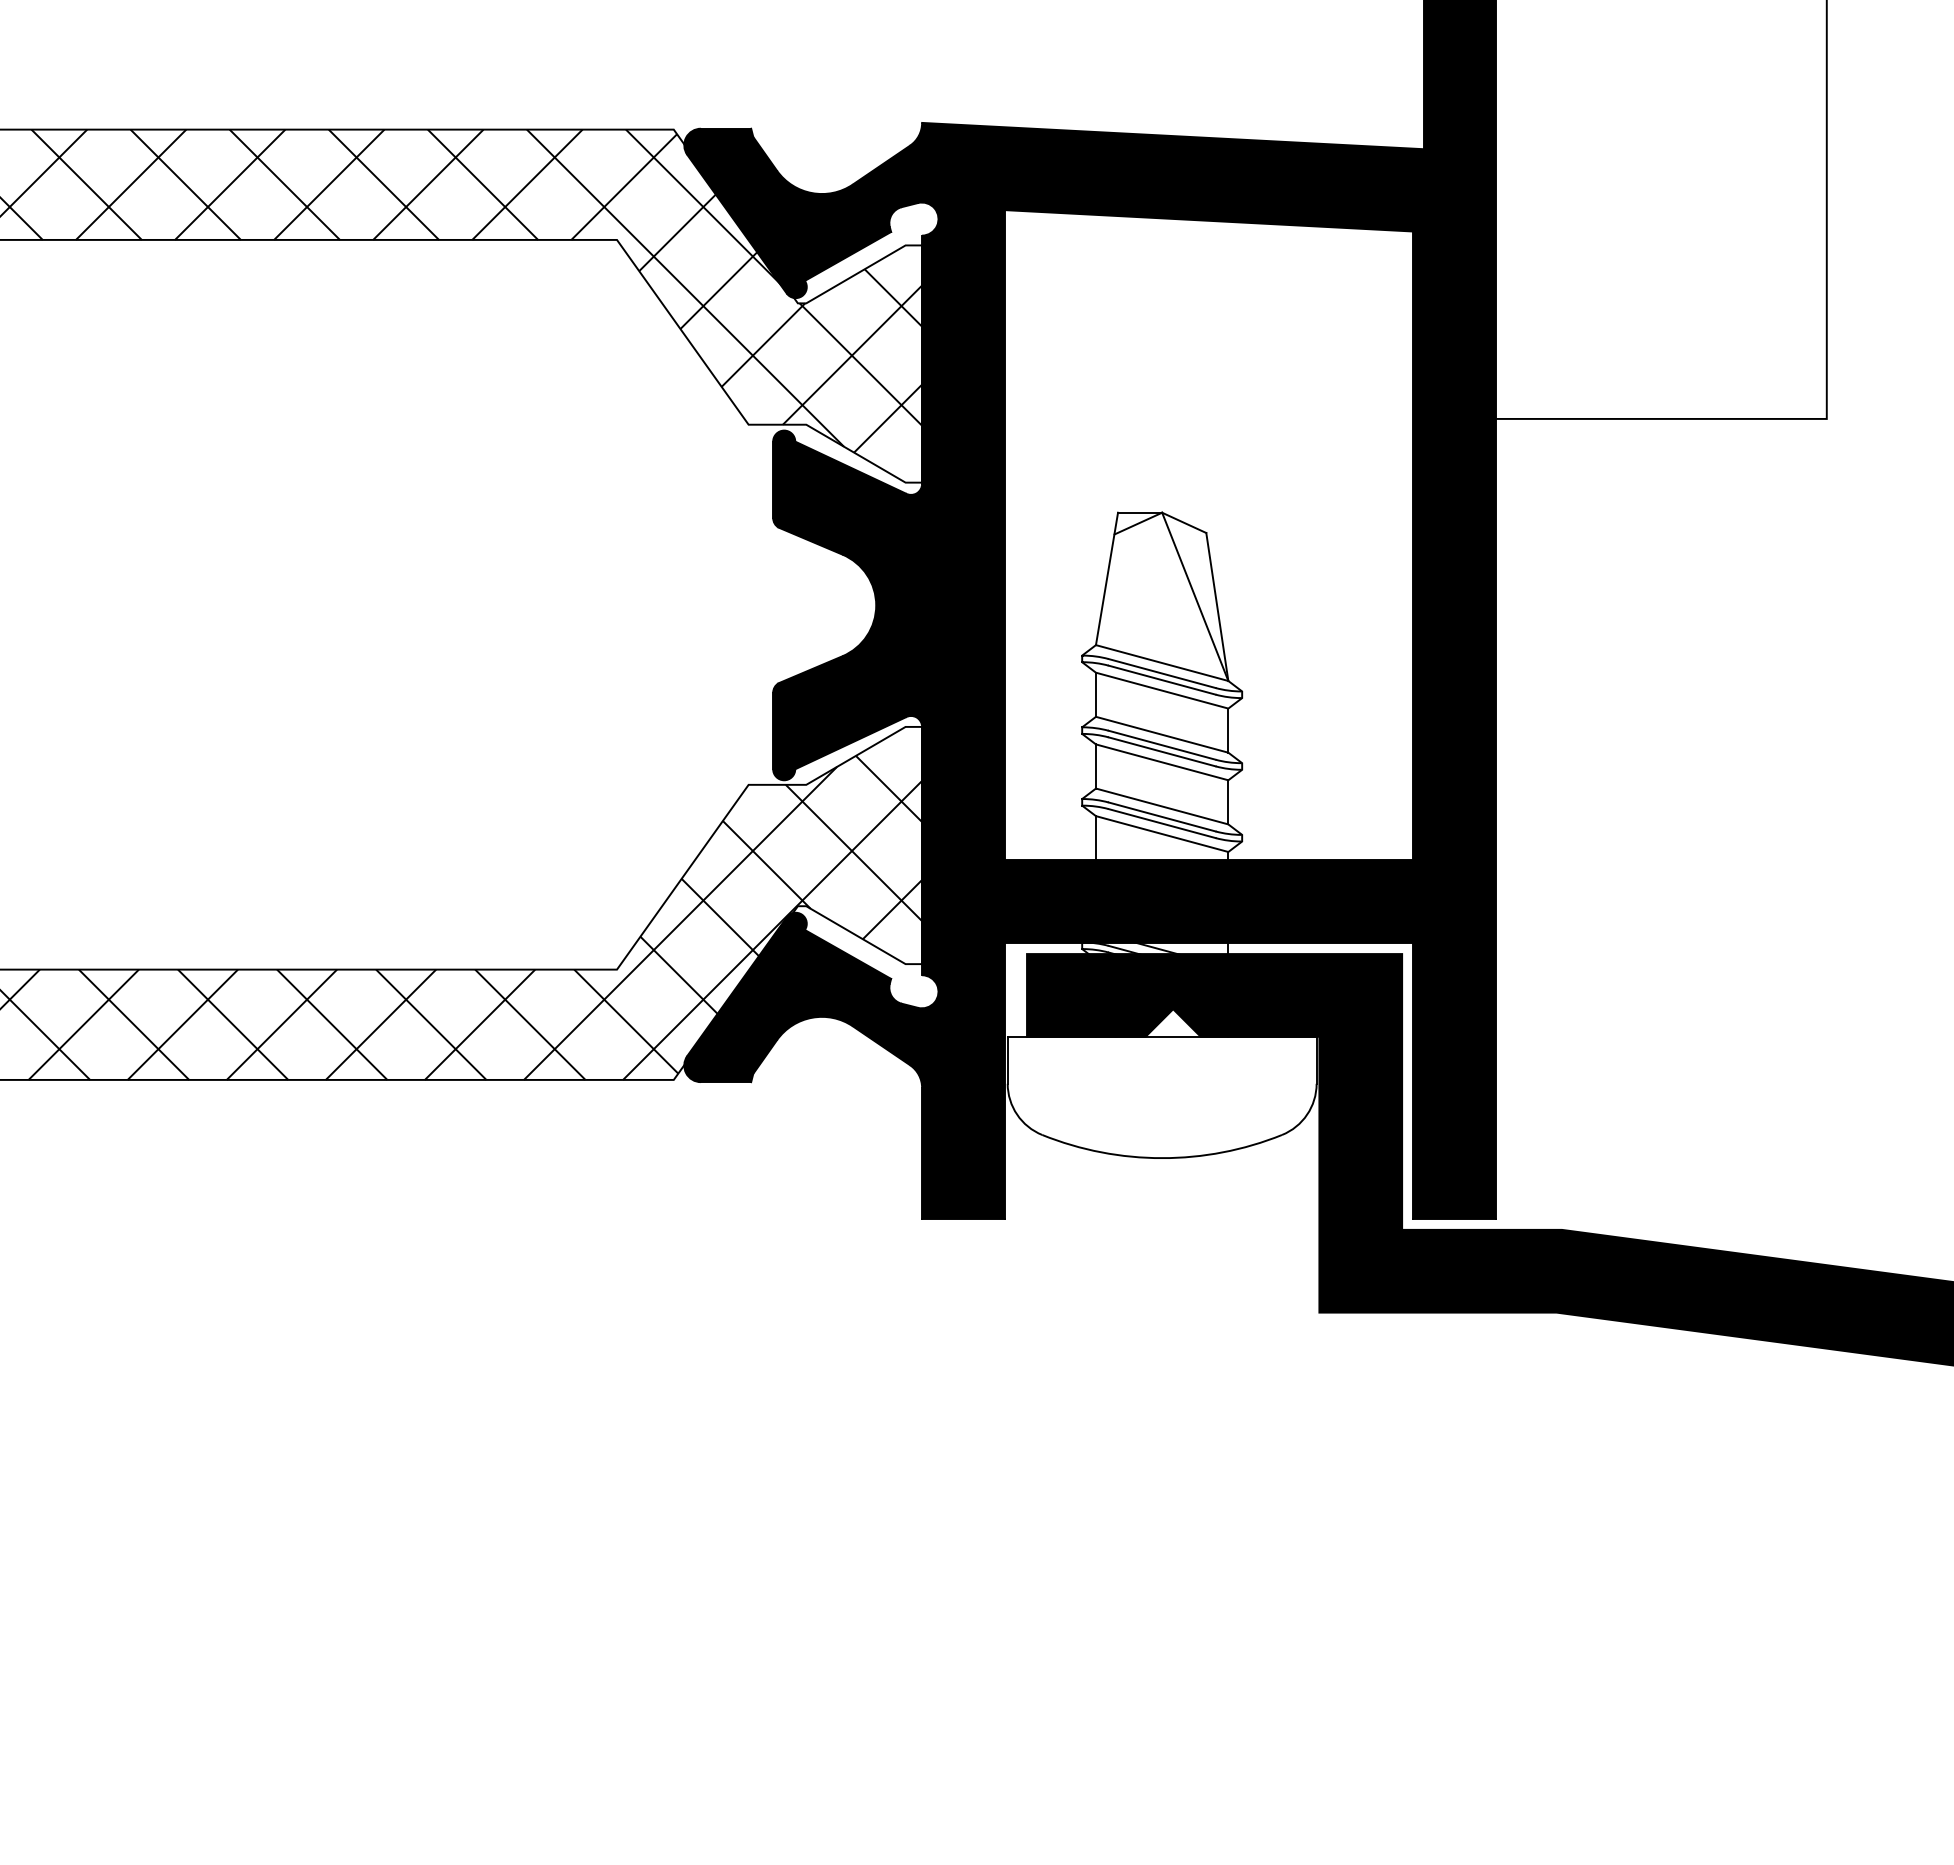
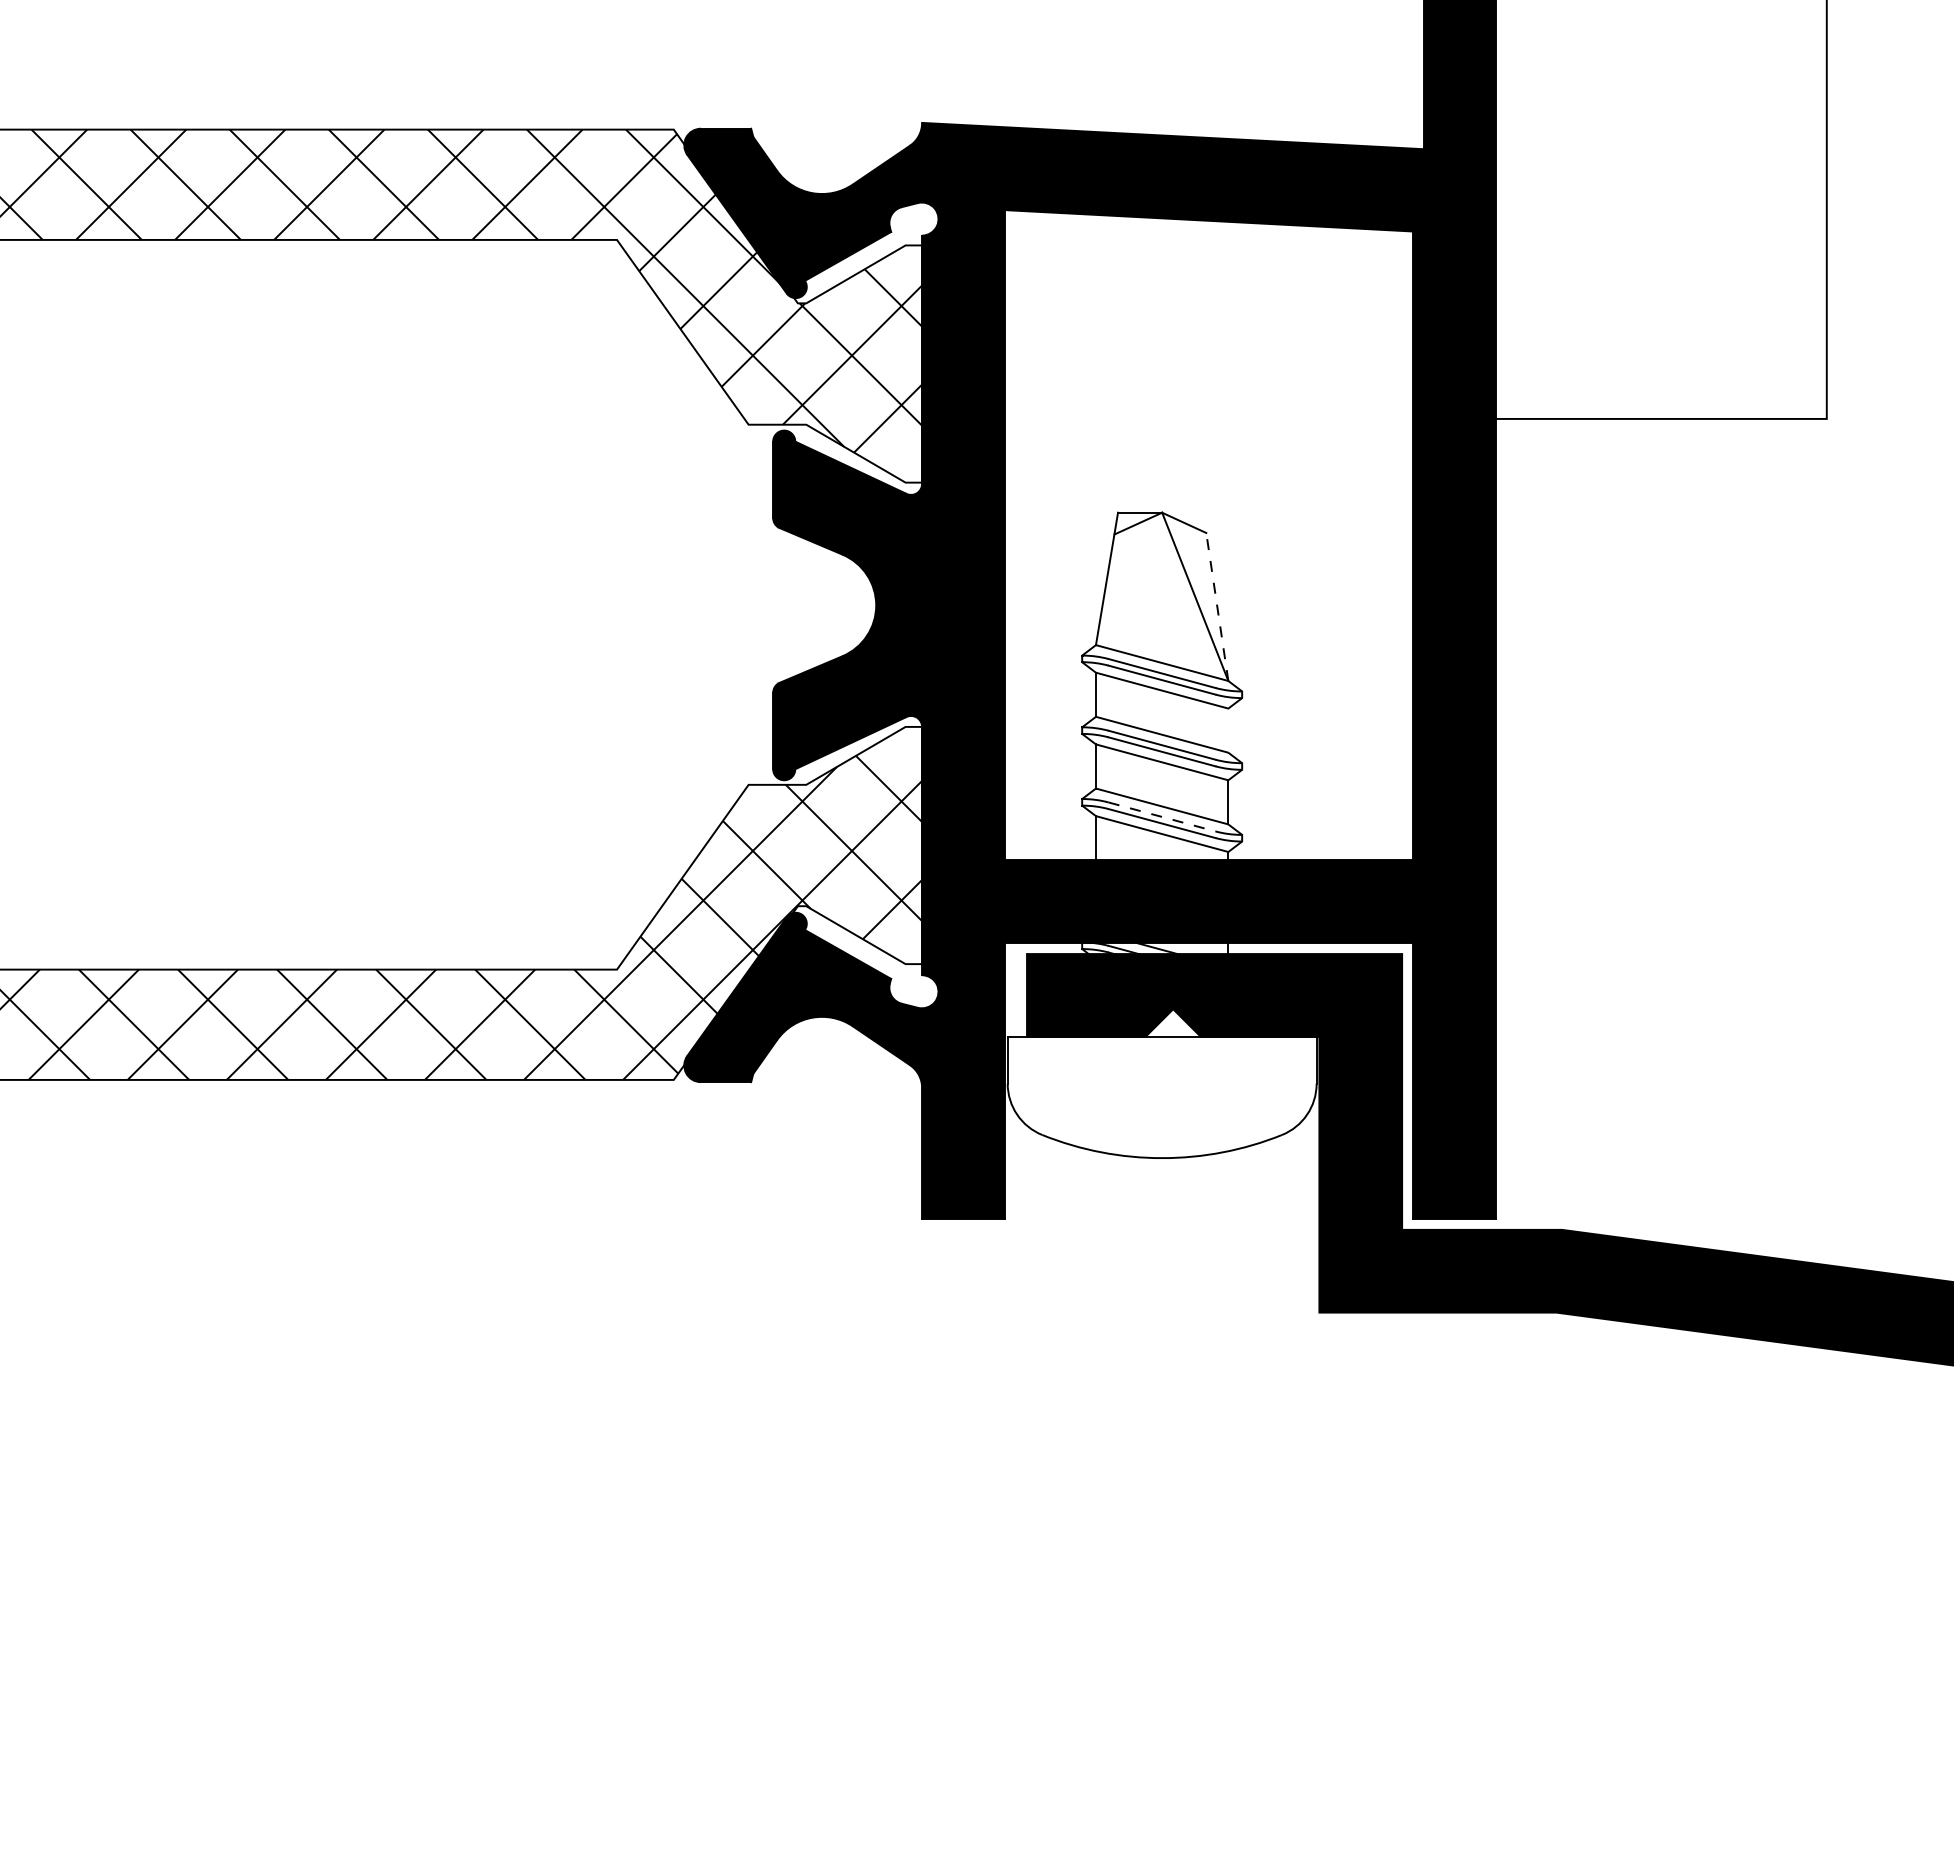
line at (1217, 607): solid -> dashed
line at (1228, 730): present -> none
line at (1162, 817): solid -> dashed
